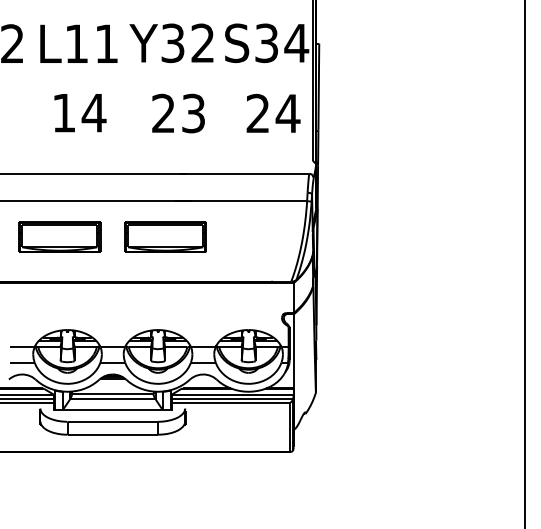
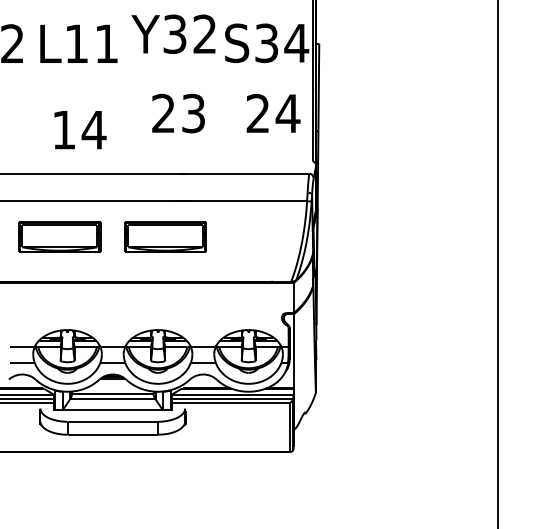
text at (171, 43) position: (171, 43) -> (173, 34)
text at (80, 113) position: (80, 113) -> (80, 130)
line at (524, 263) position: (524, 263) -> (497, 263)
